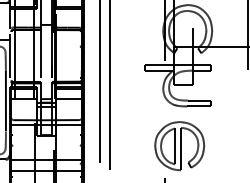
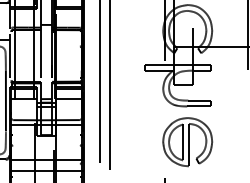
part at (179, 146) position: (179, 146) -> (187, 142)
